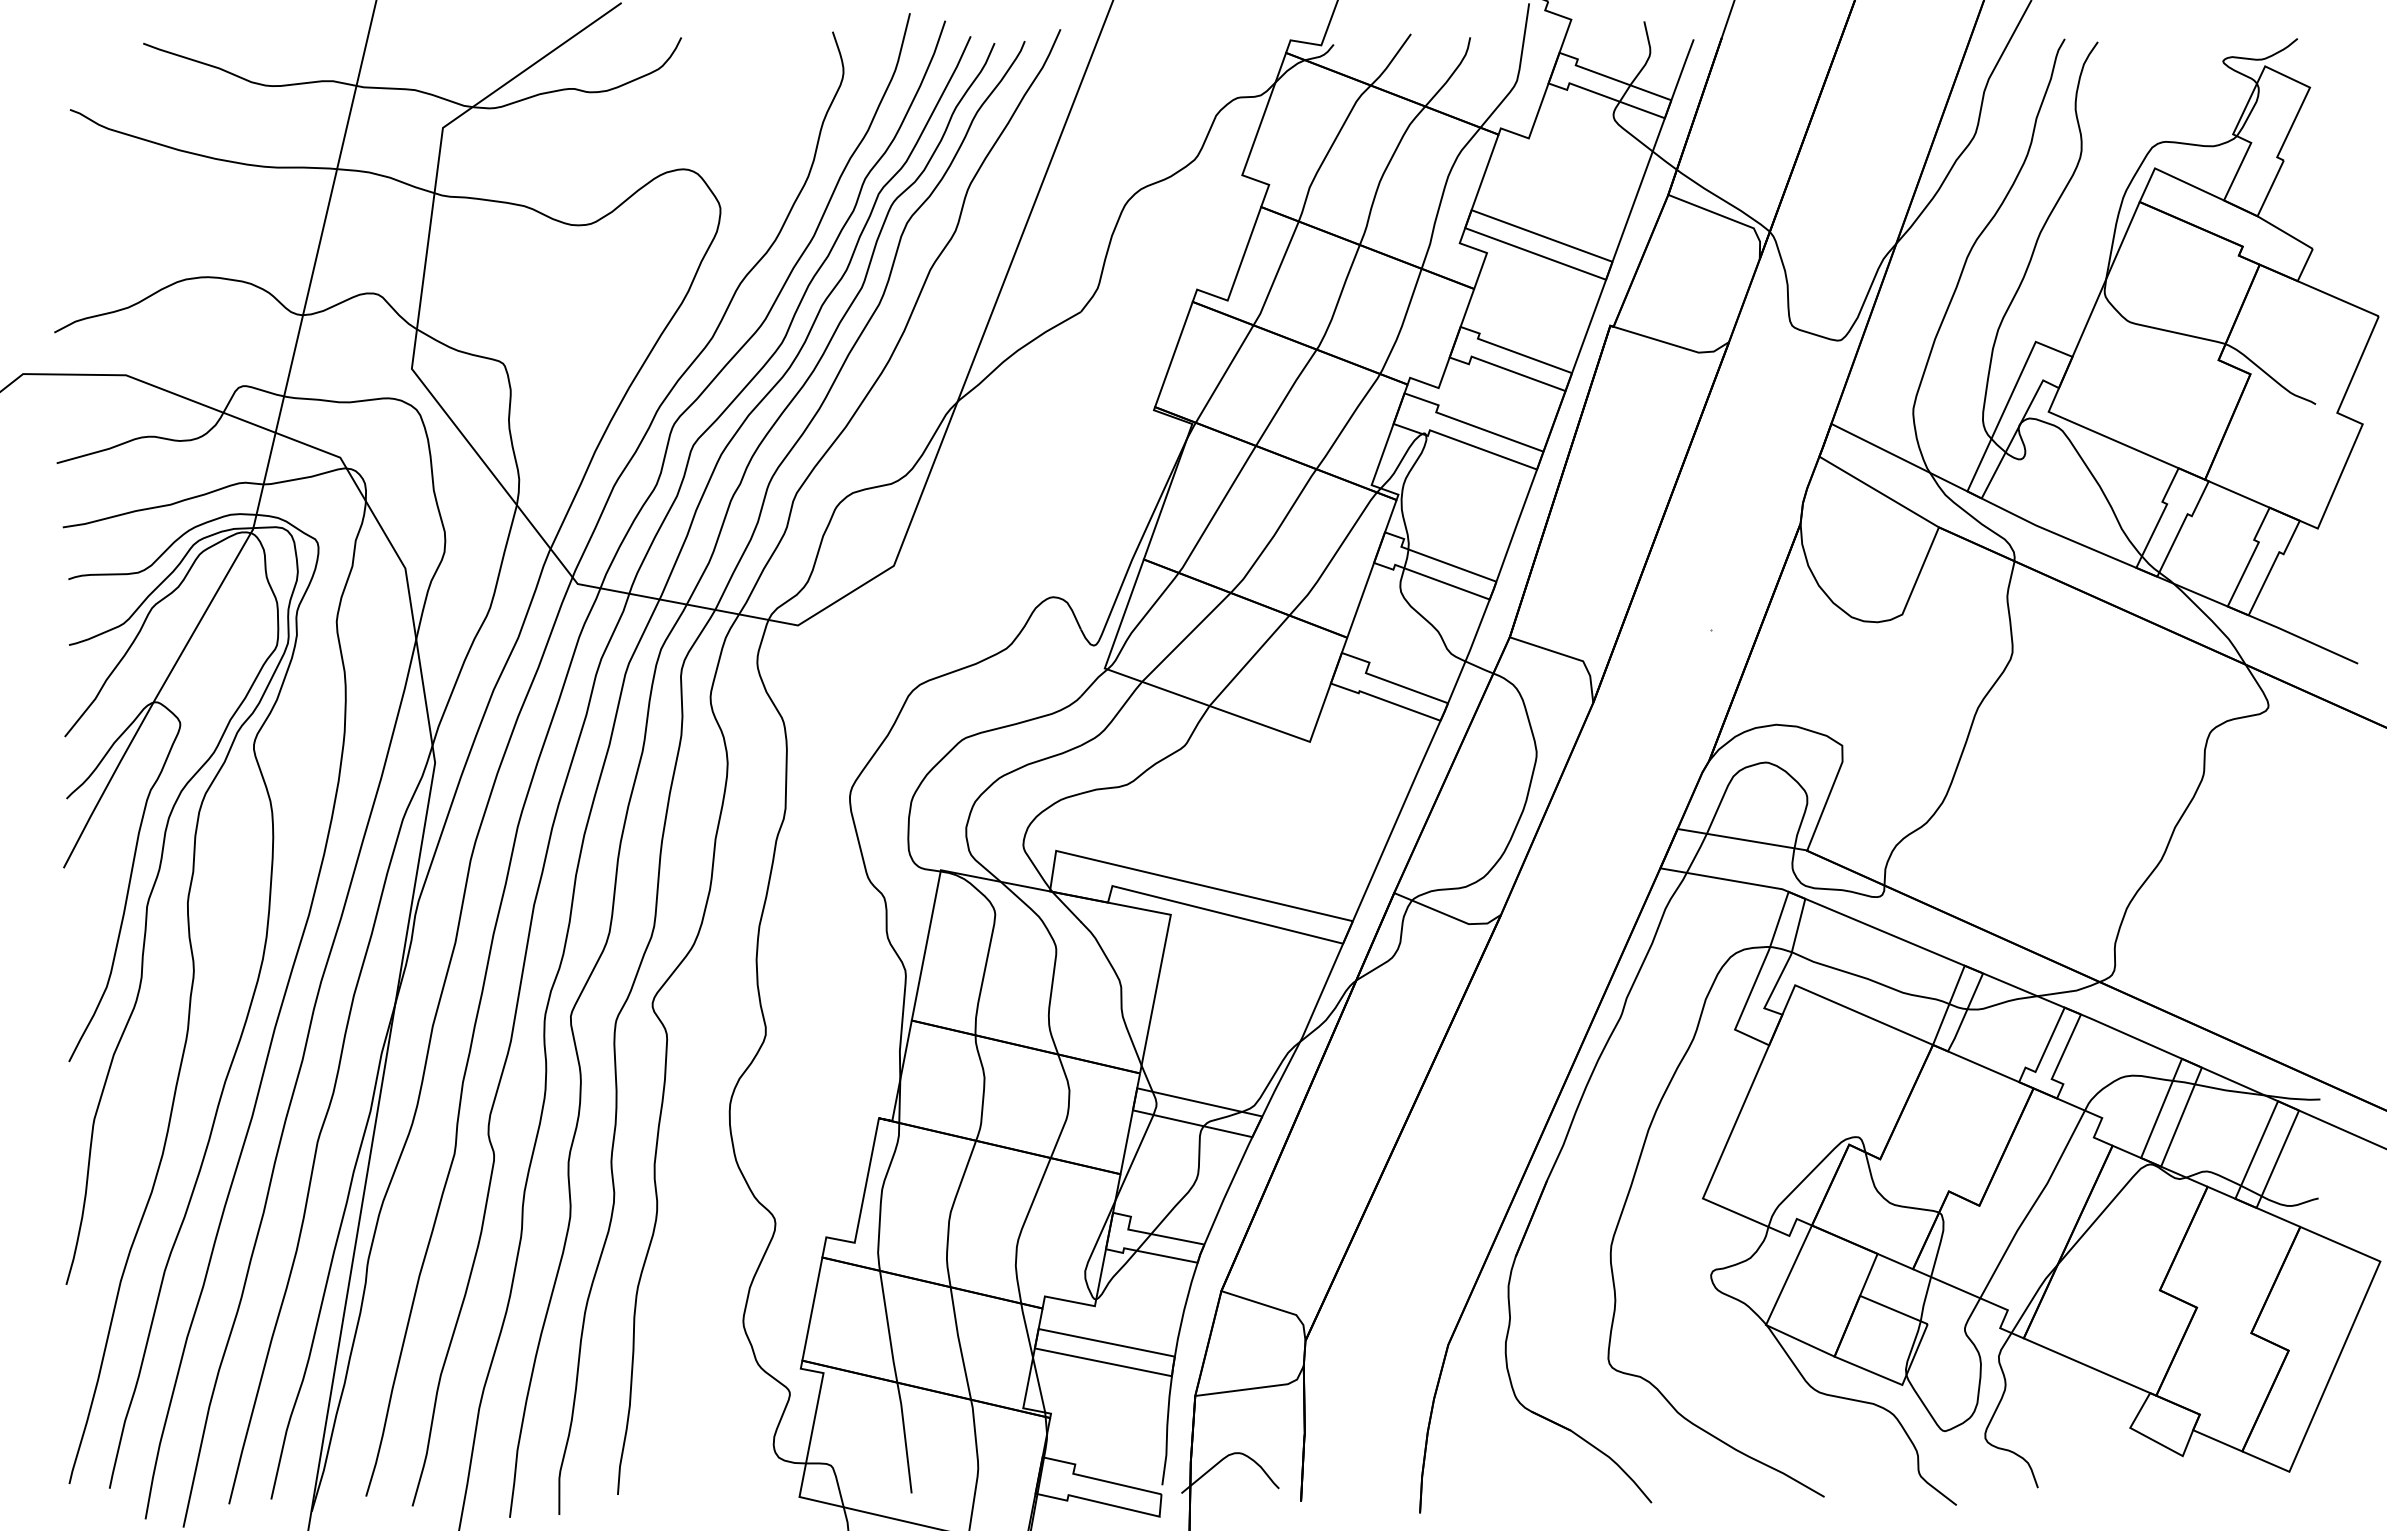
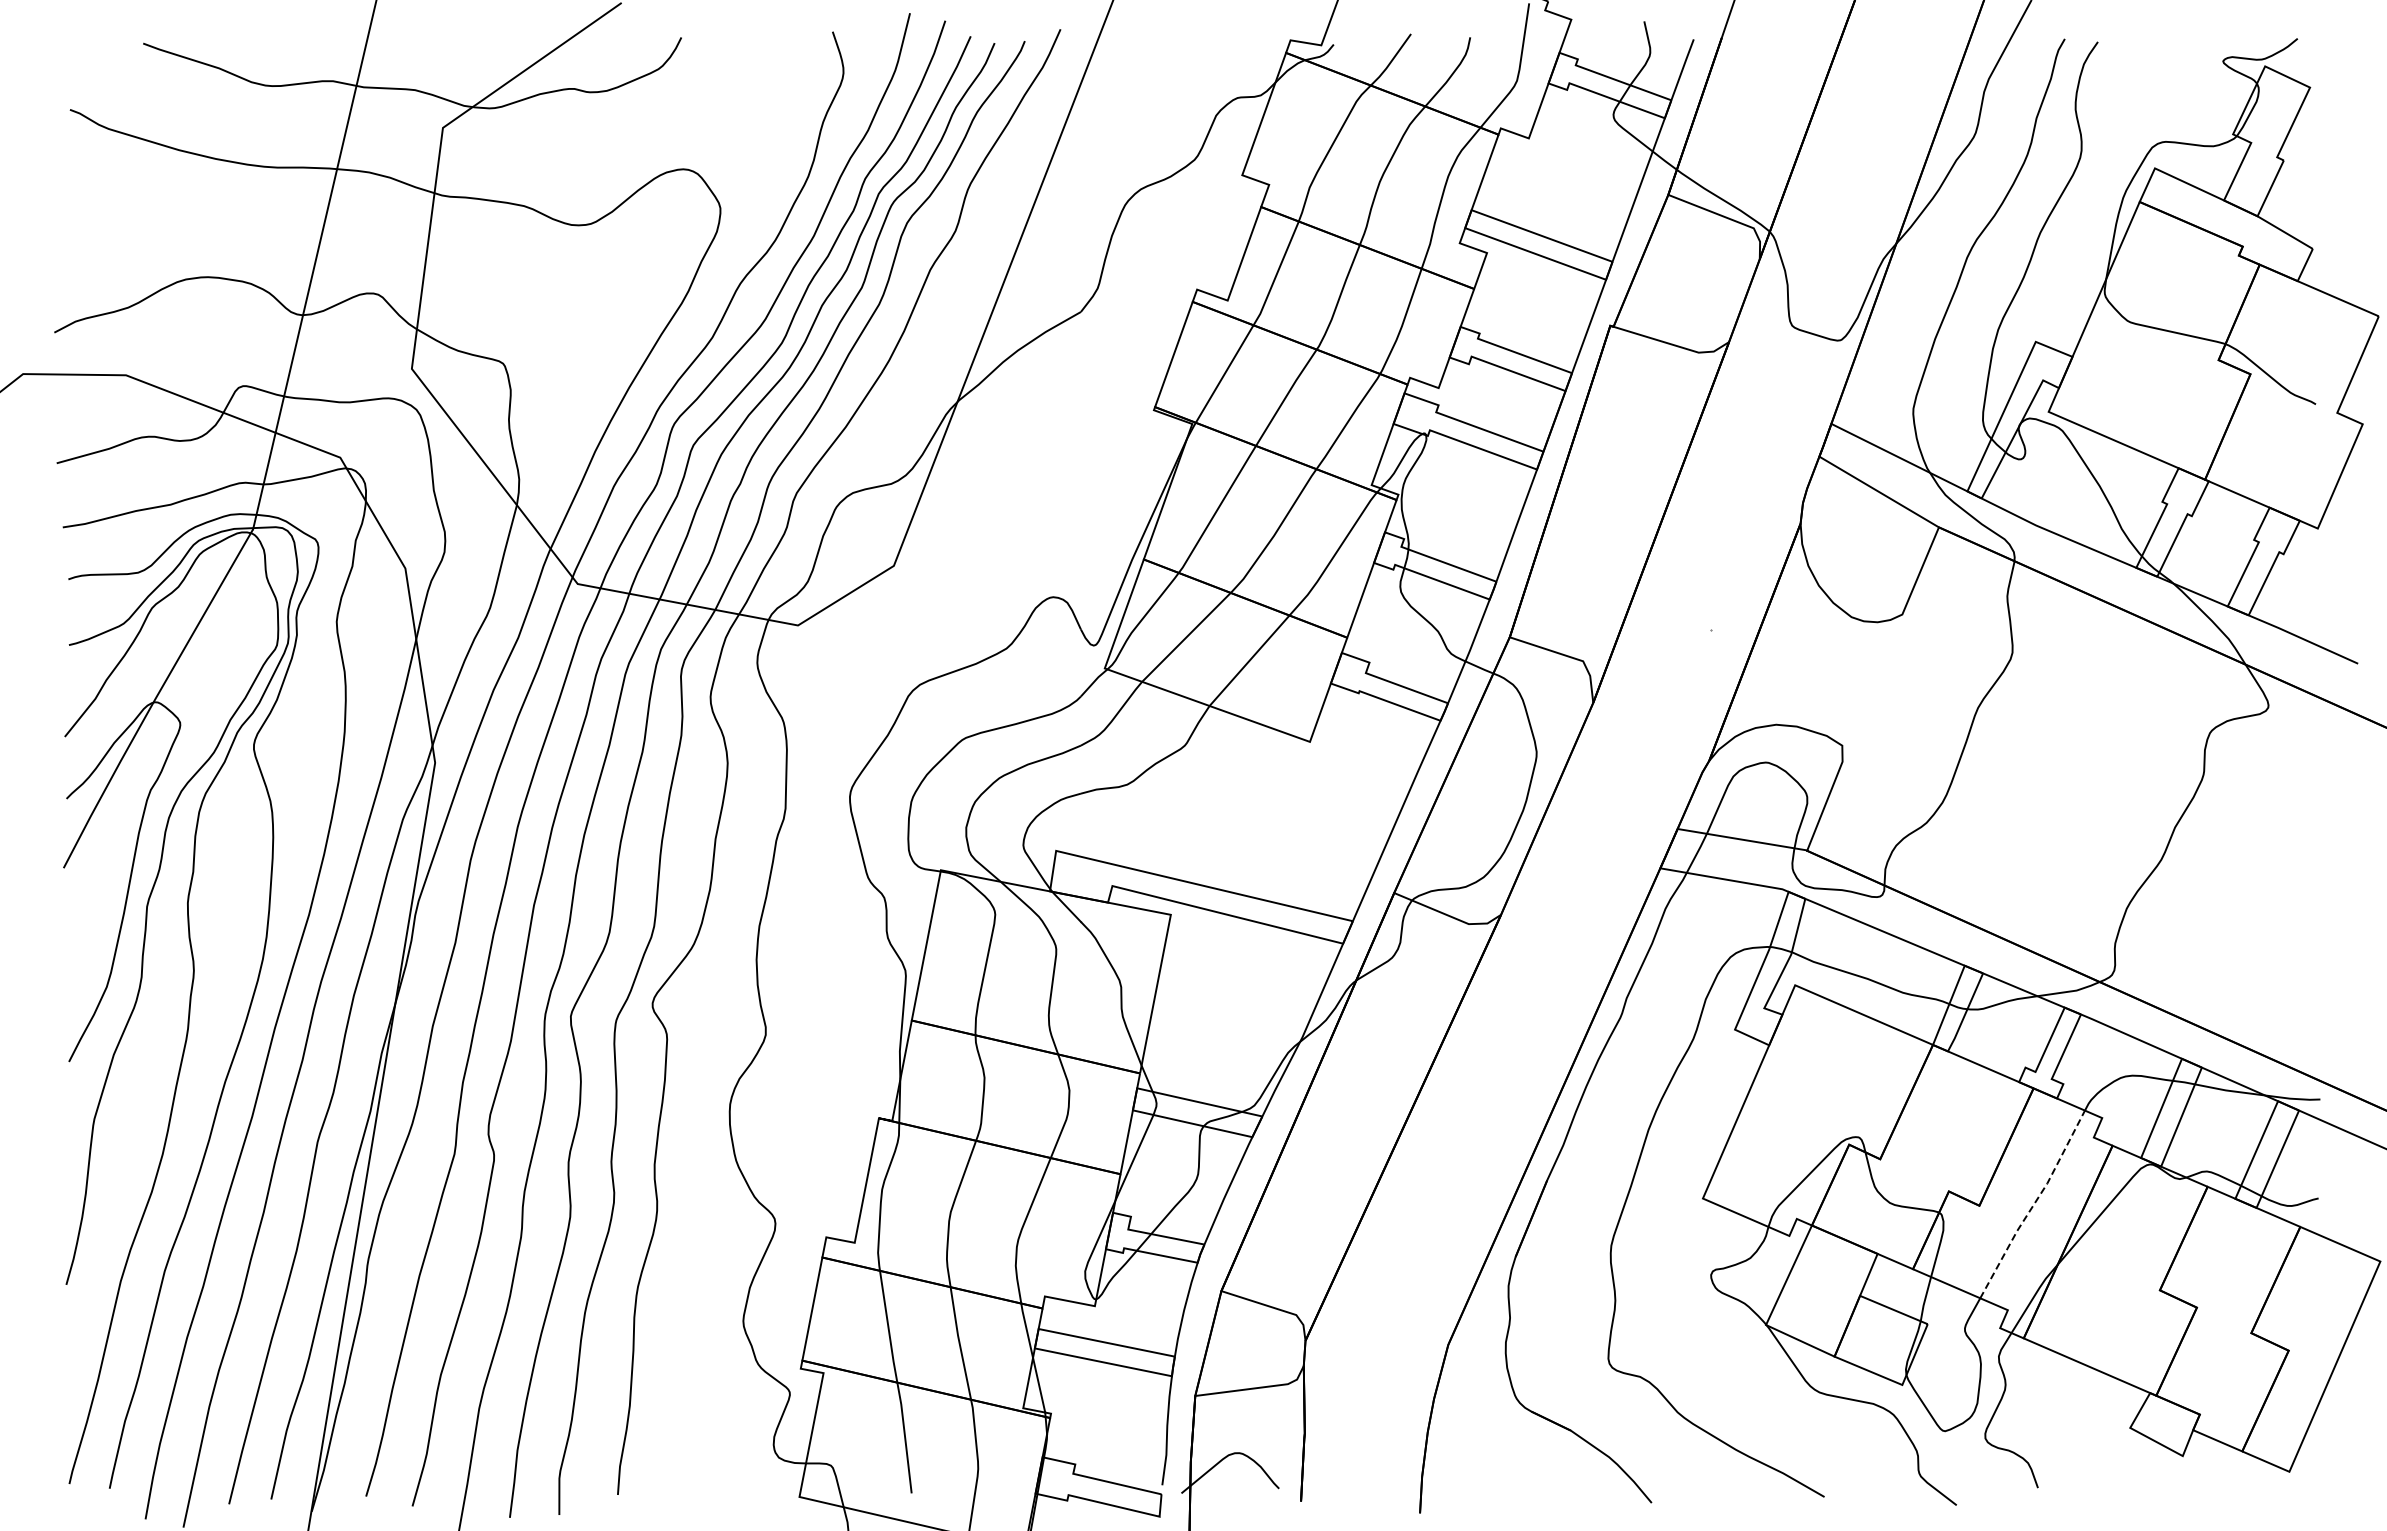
line at (2033, 1204): solid -> dashed
